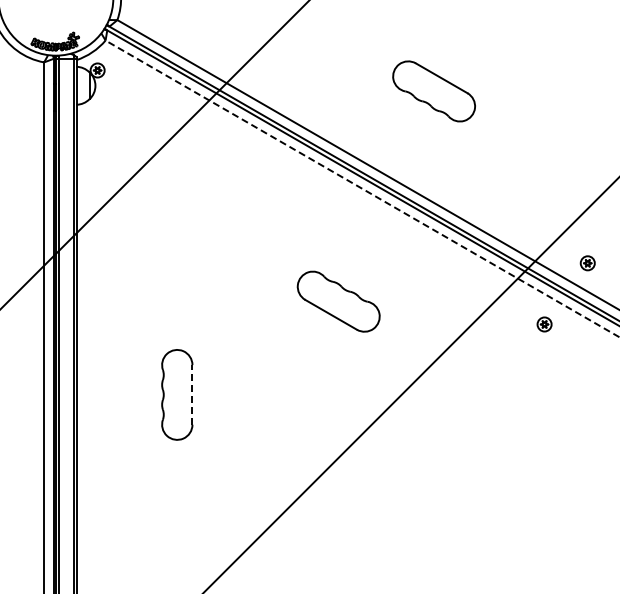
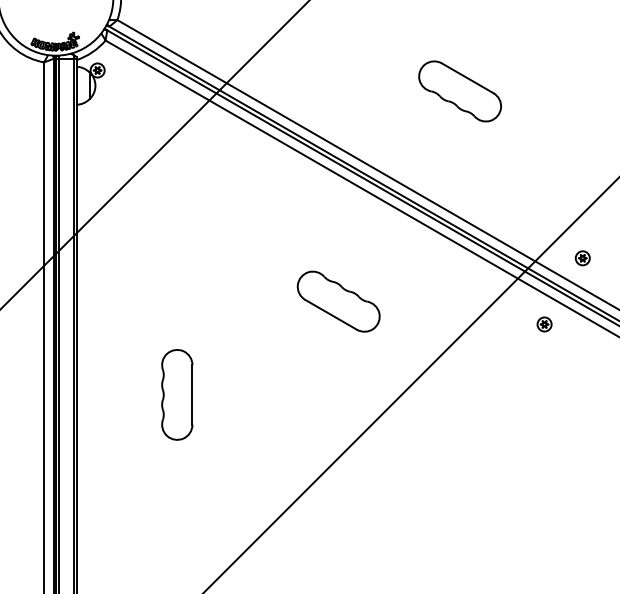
part at (433, 91) position: (433, 91) -> (459, 91)
line at (362, 188): dashed -> solid
part at (587, 263) position: (587, 263) -> (582, 258)
line at (192, 394): dashed -> solid
